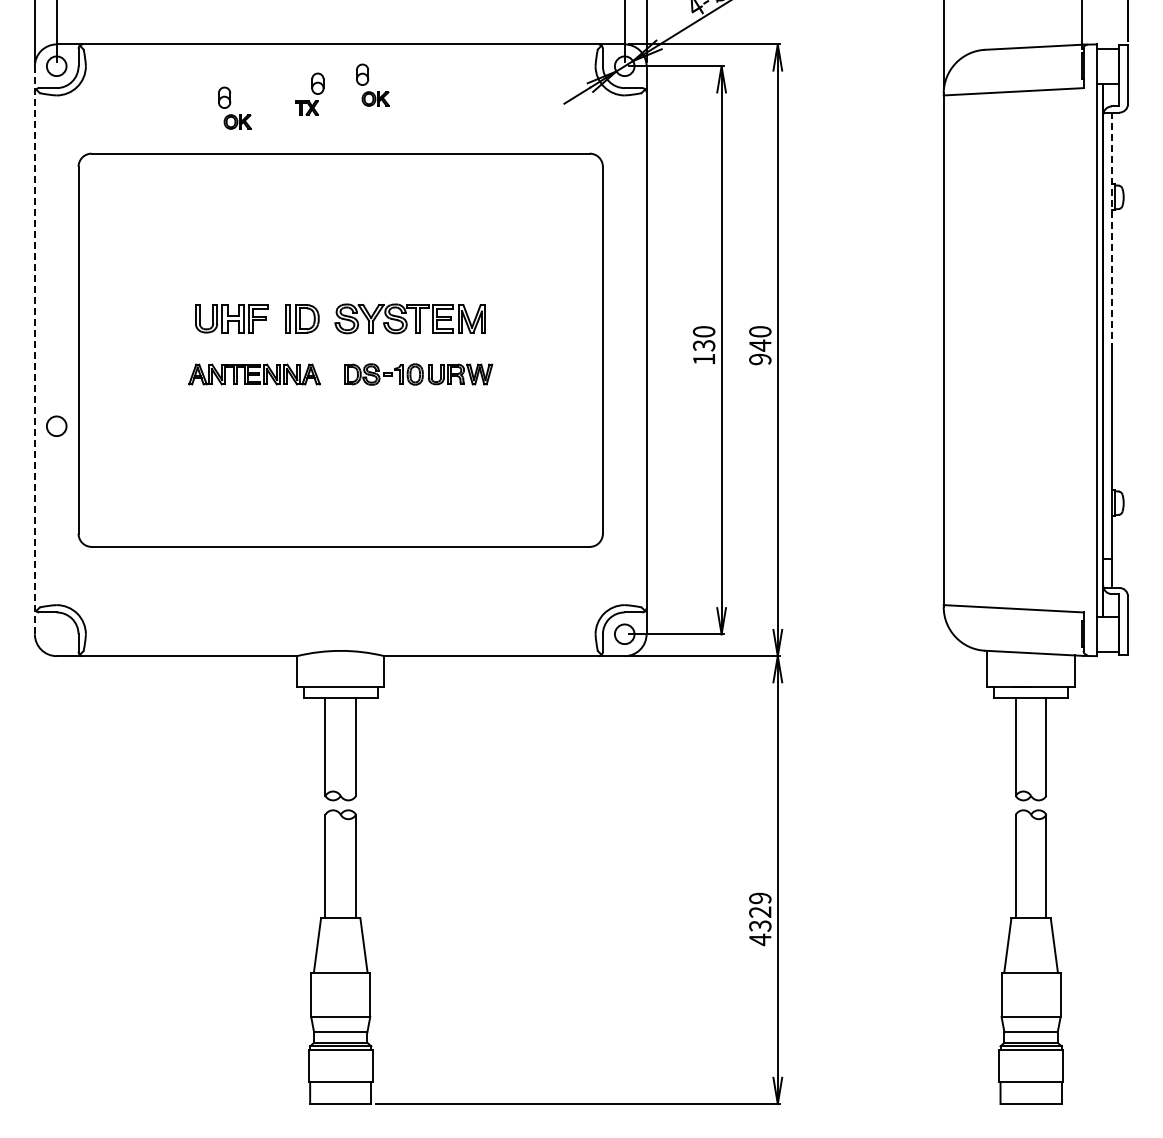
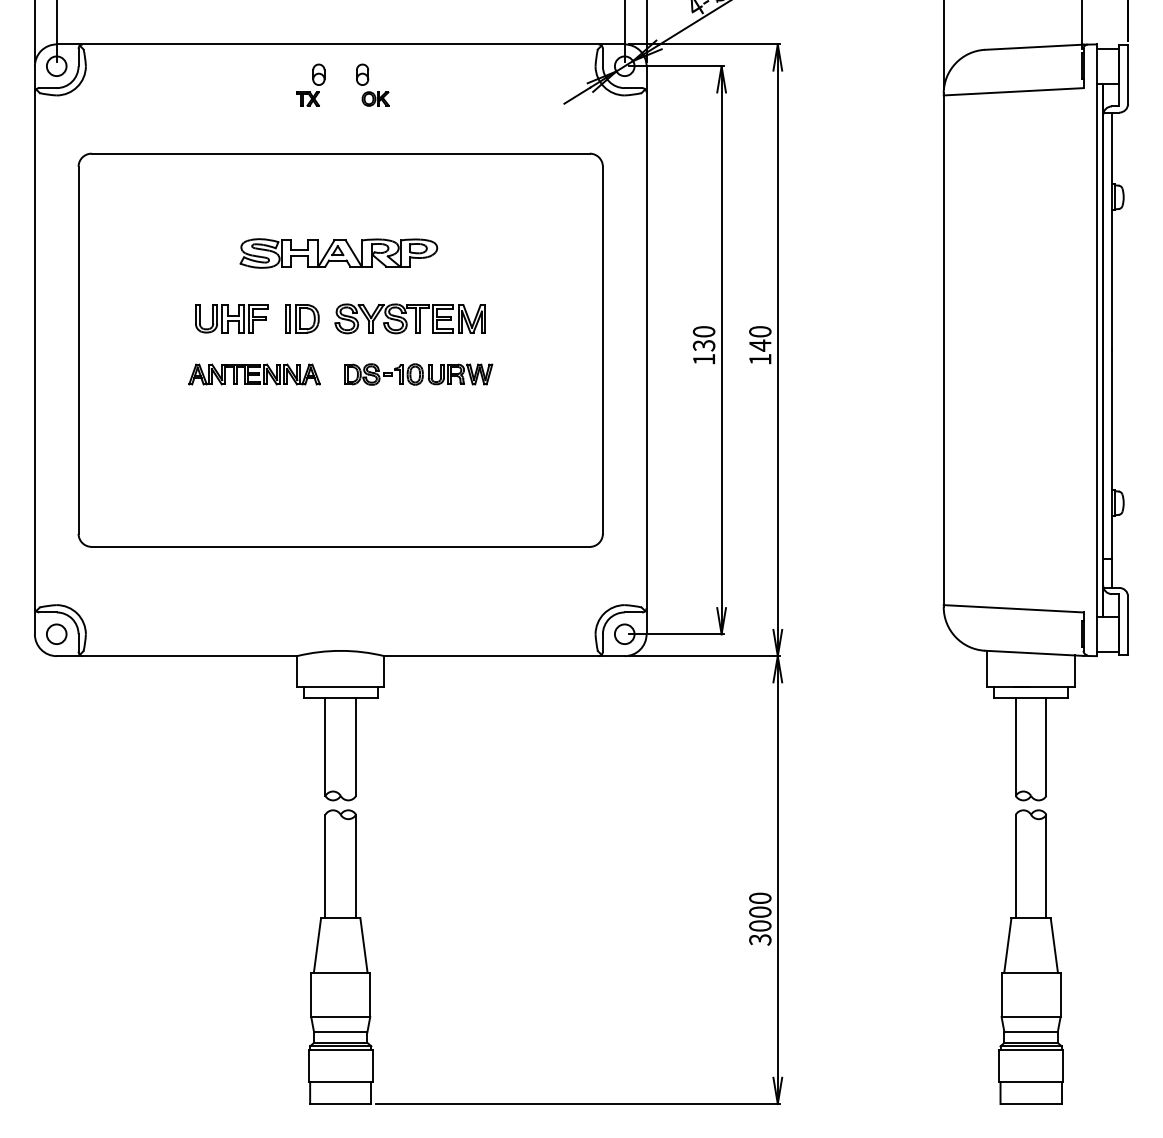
part at (309, 93) position: (309, 93) -> (310, 84)
part at (234, 107): present -> none
line at (1111, 231): dashed -> solid
part at (338, 253): none -> present
line at (34, 350): dashed -> solid
text at (760, 359): 940 -> 140
circle at (56, 425) position: (56, 425) -> (56, 633)
text at (760, 919): 4329 -> 3000
